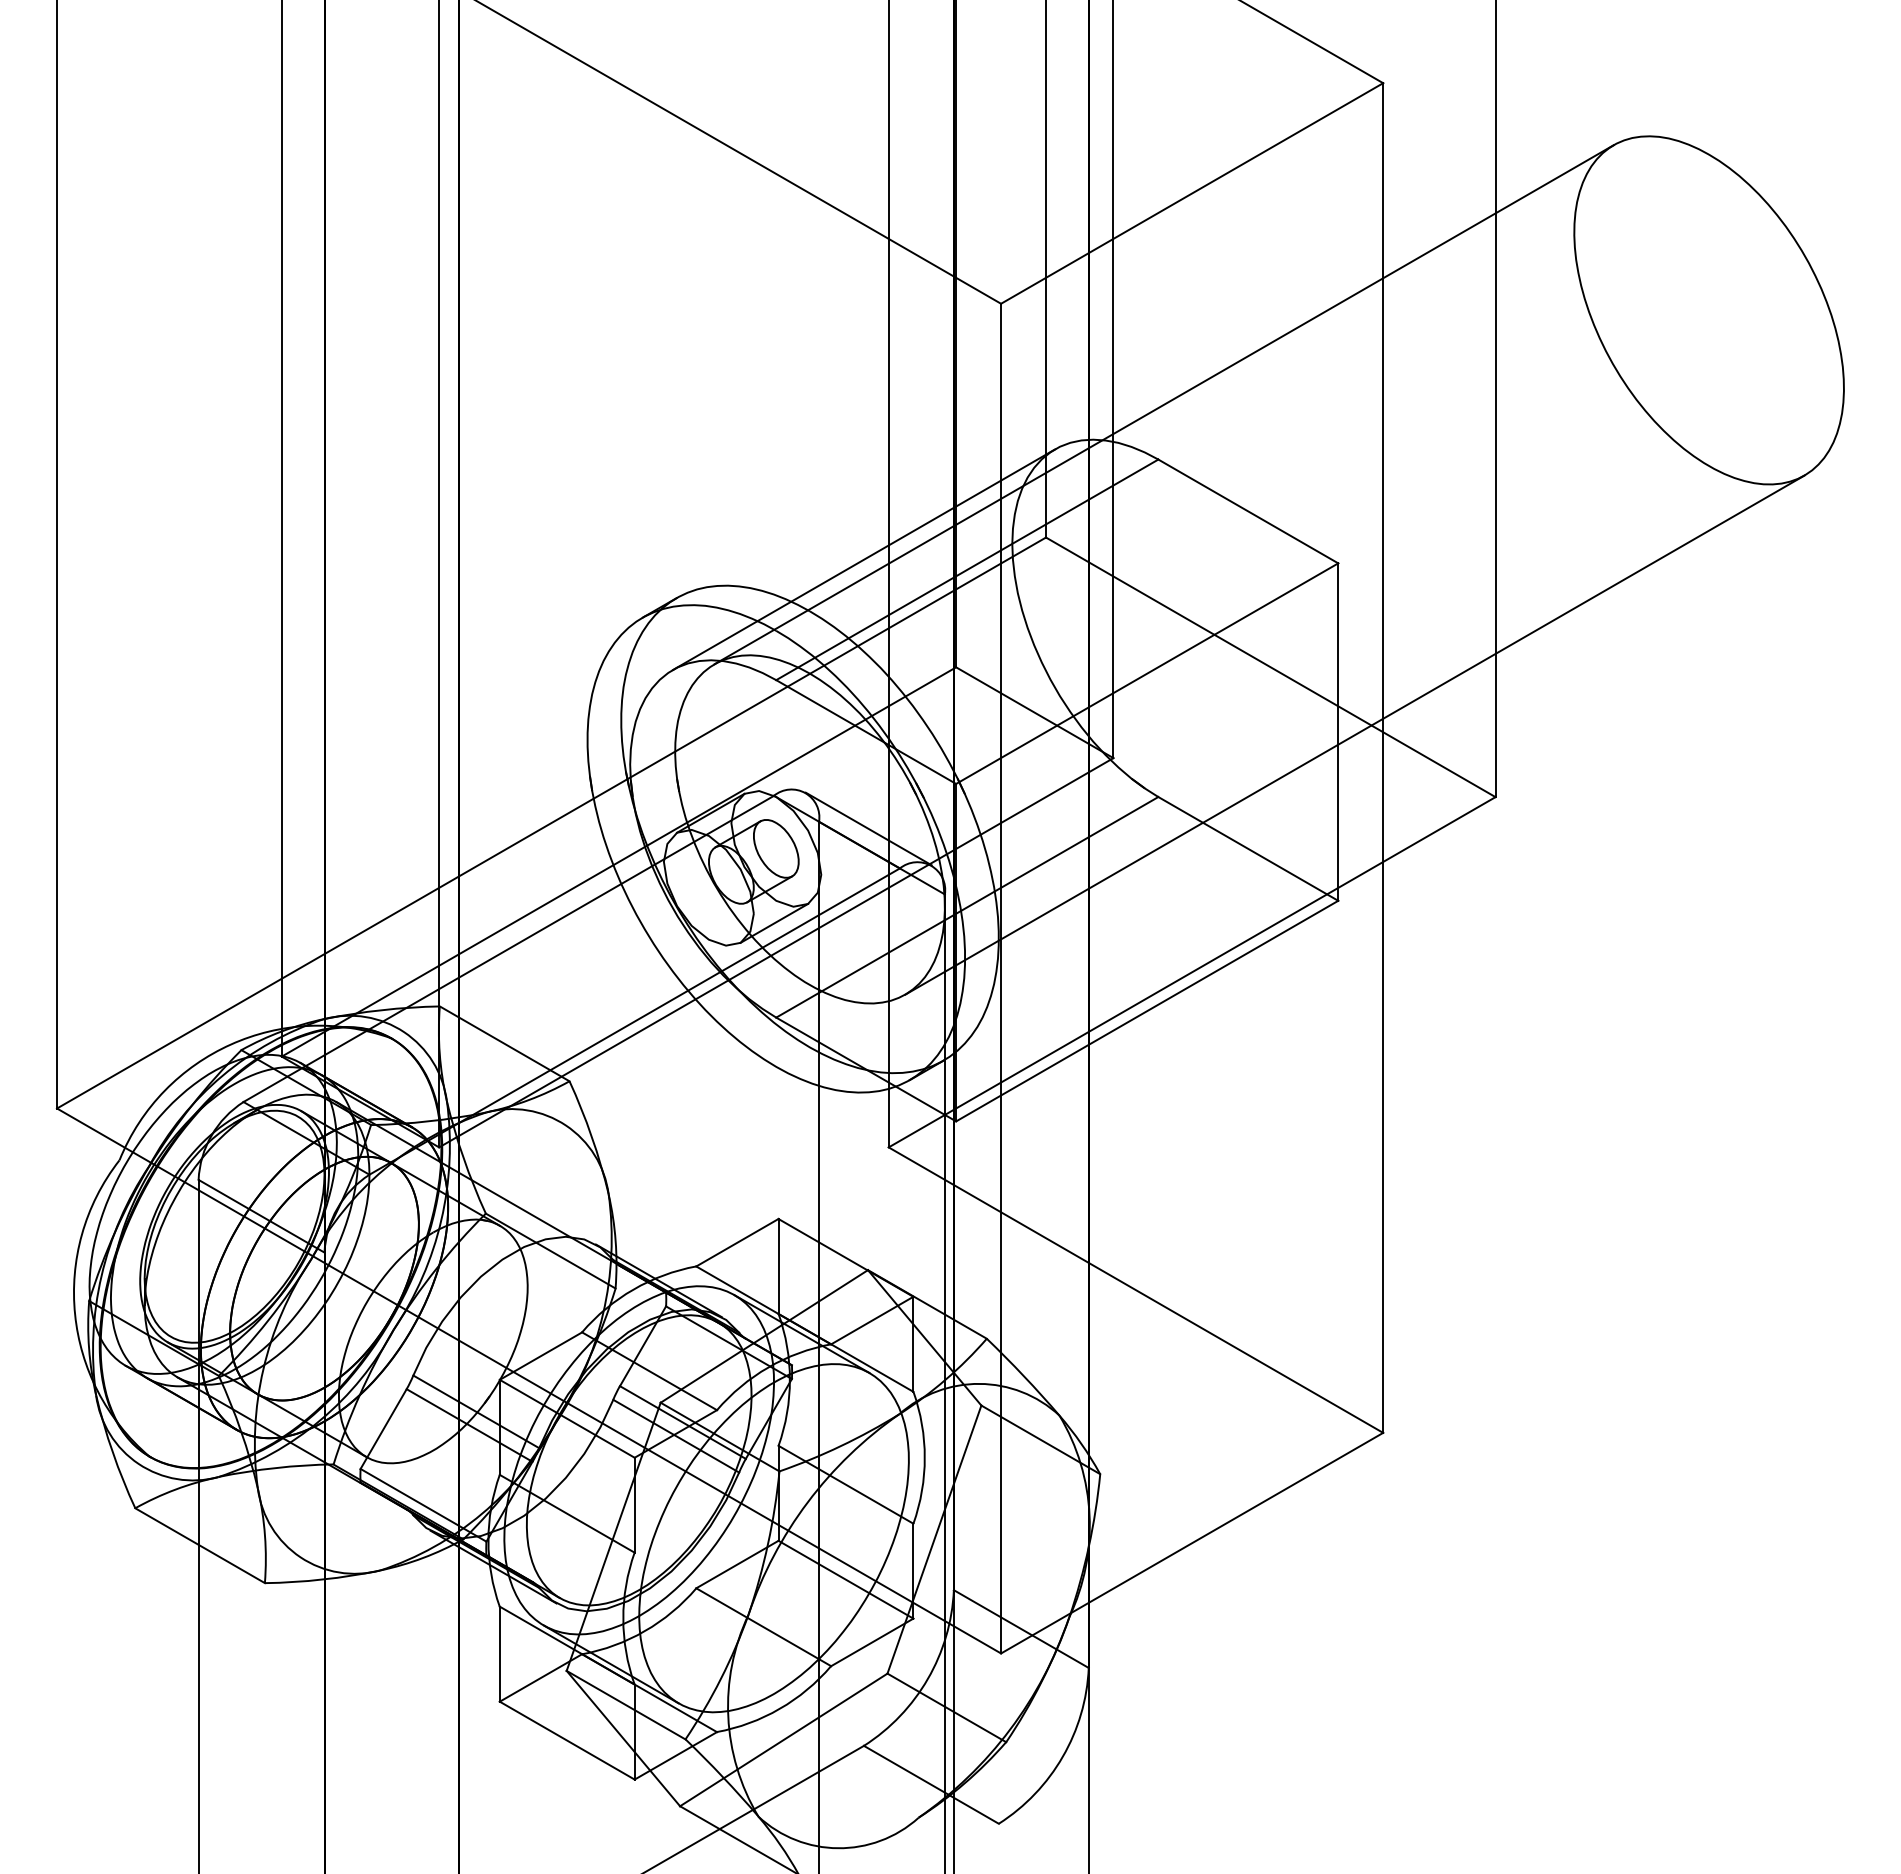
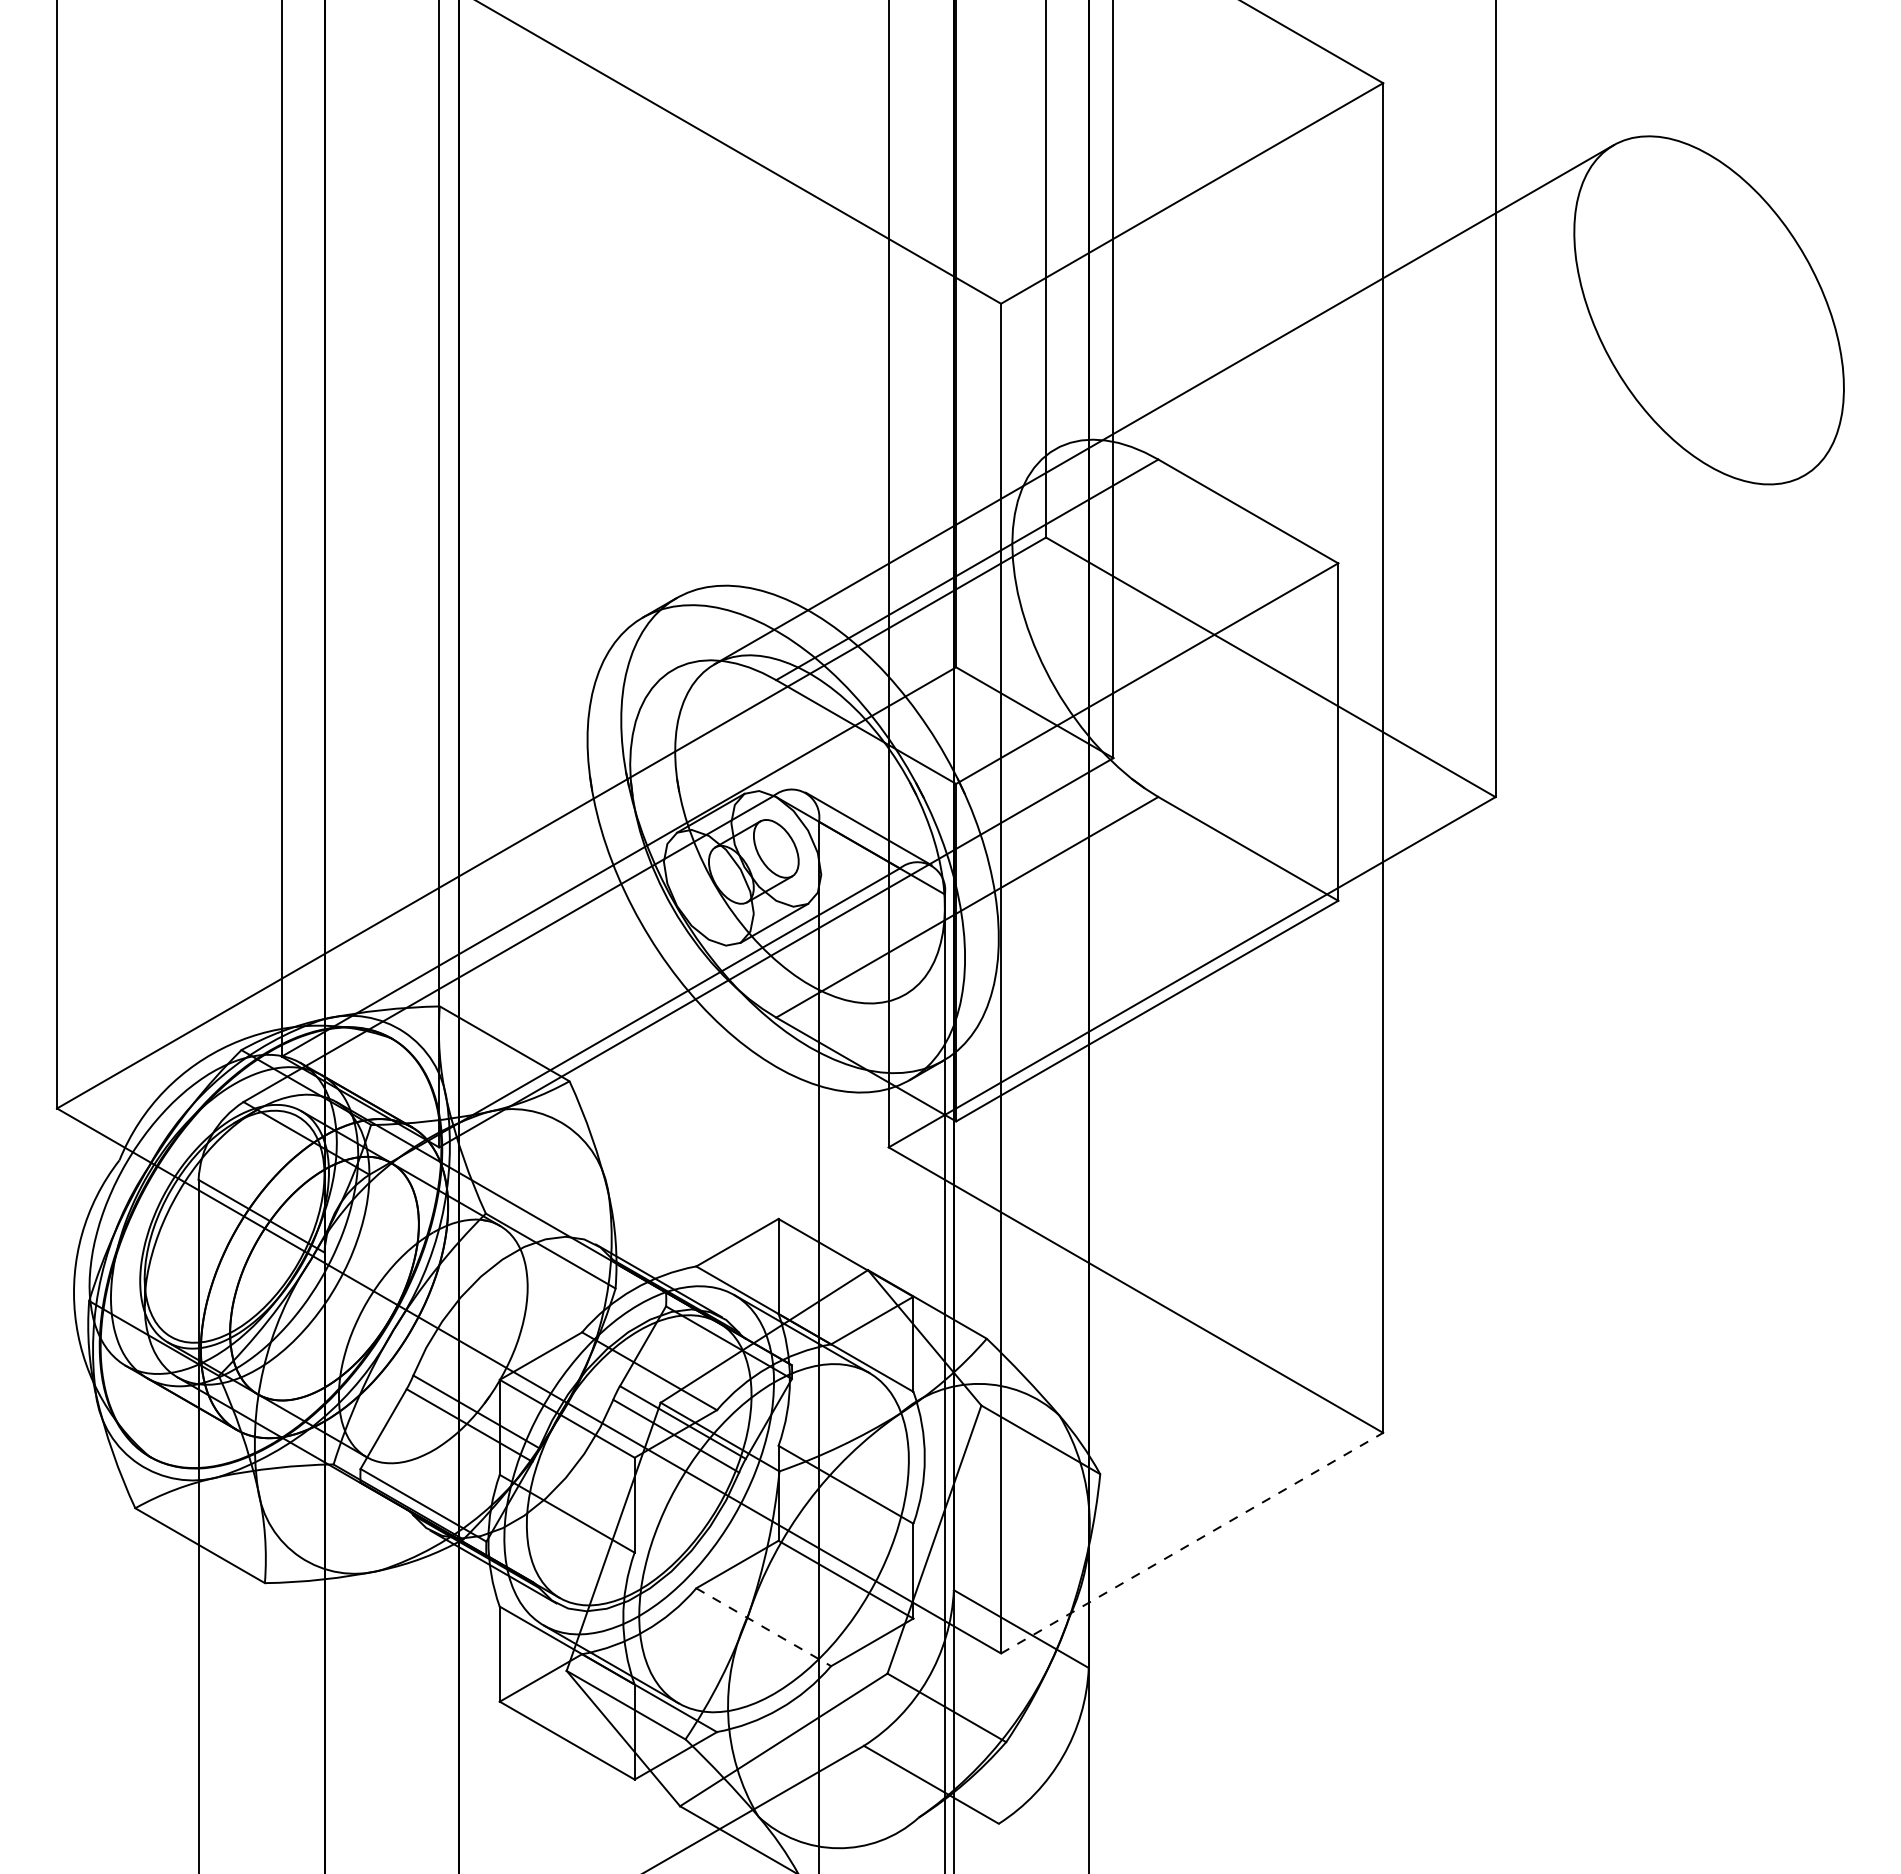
line at (864, 559): present -> none
line at (1354, 734): present -> none
line at (1192, 1543): solid -> dashed
line at (763, 1627): solid -> dashed
